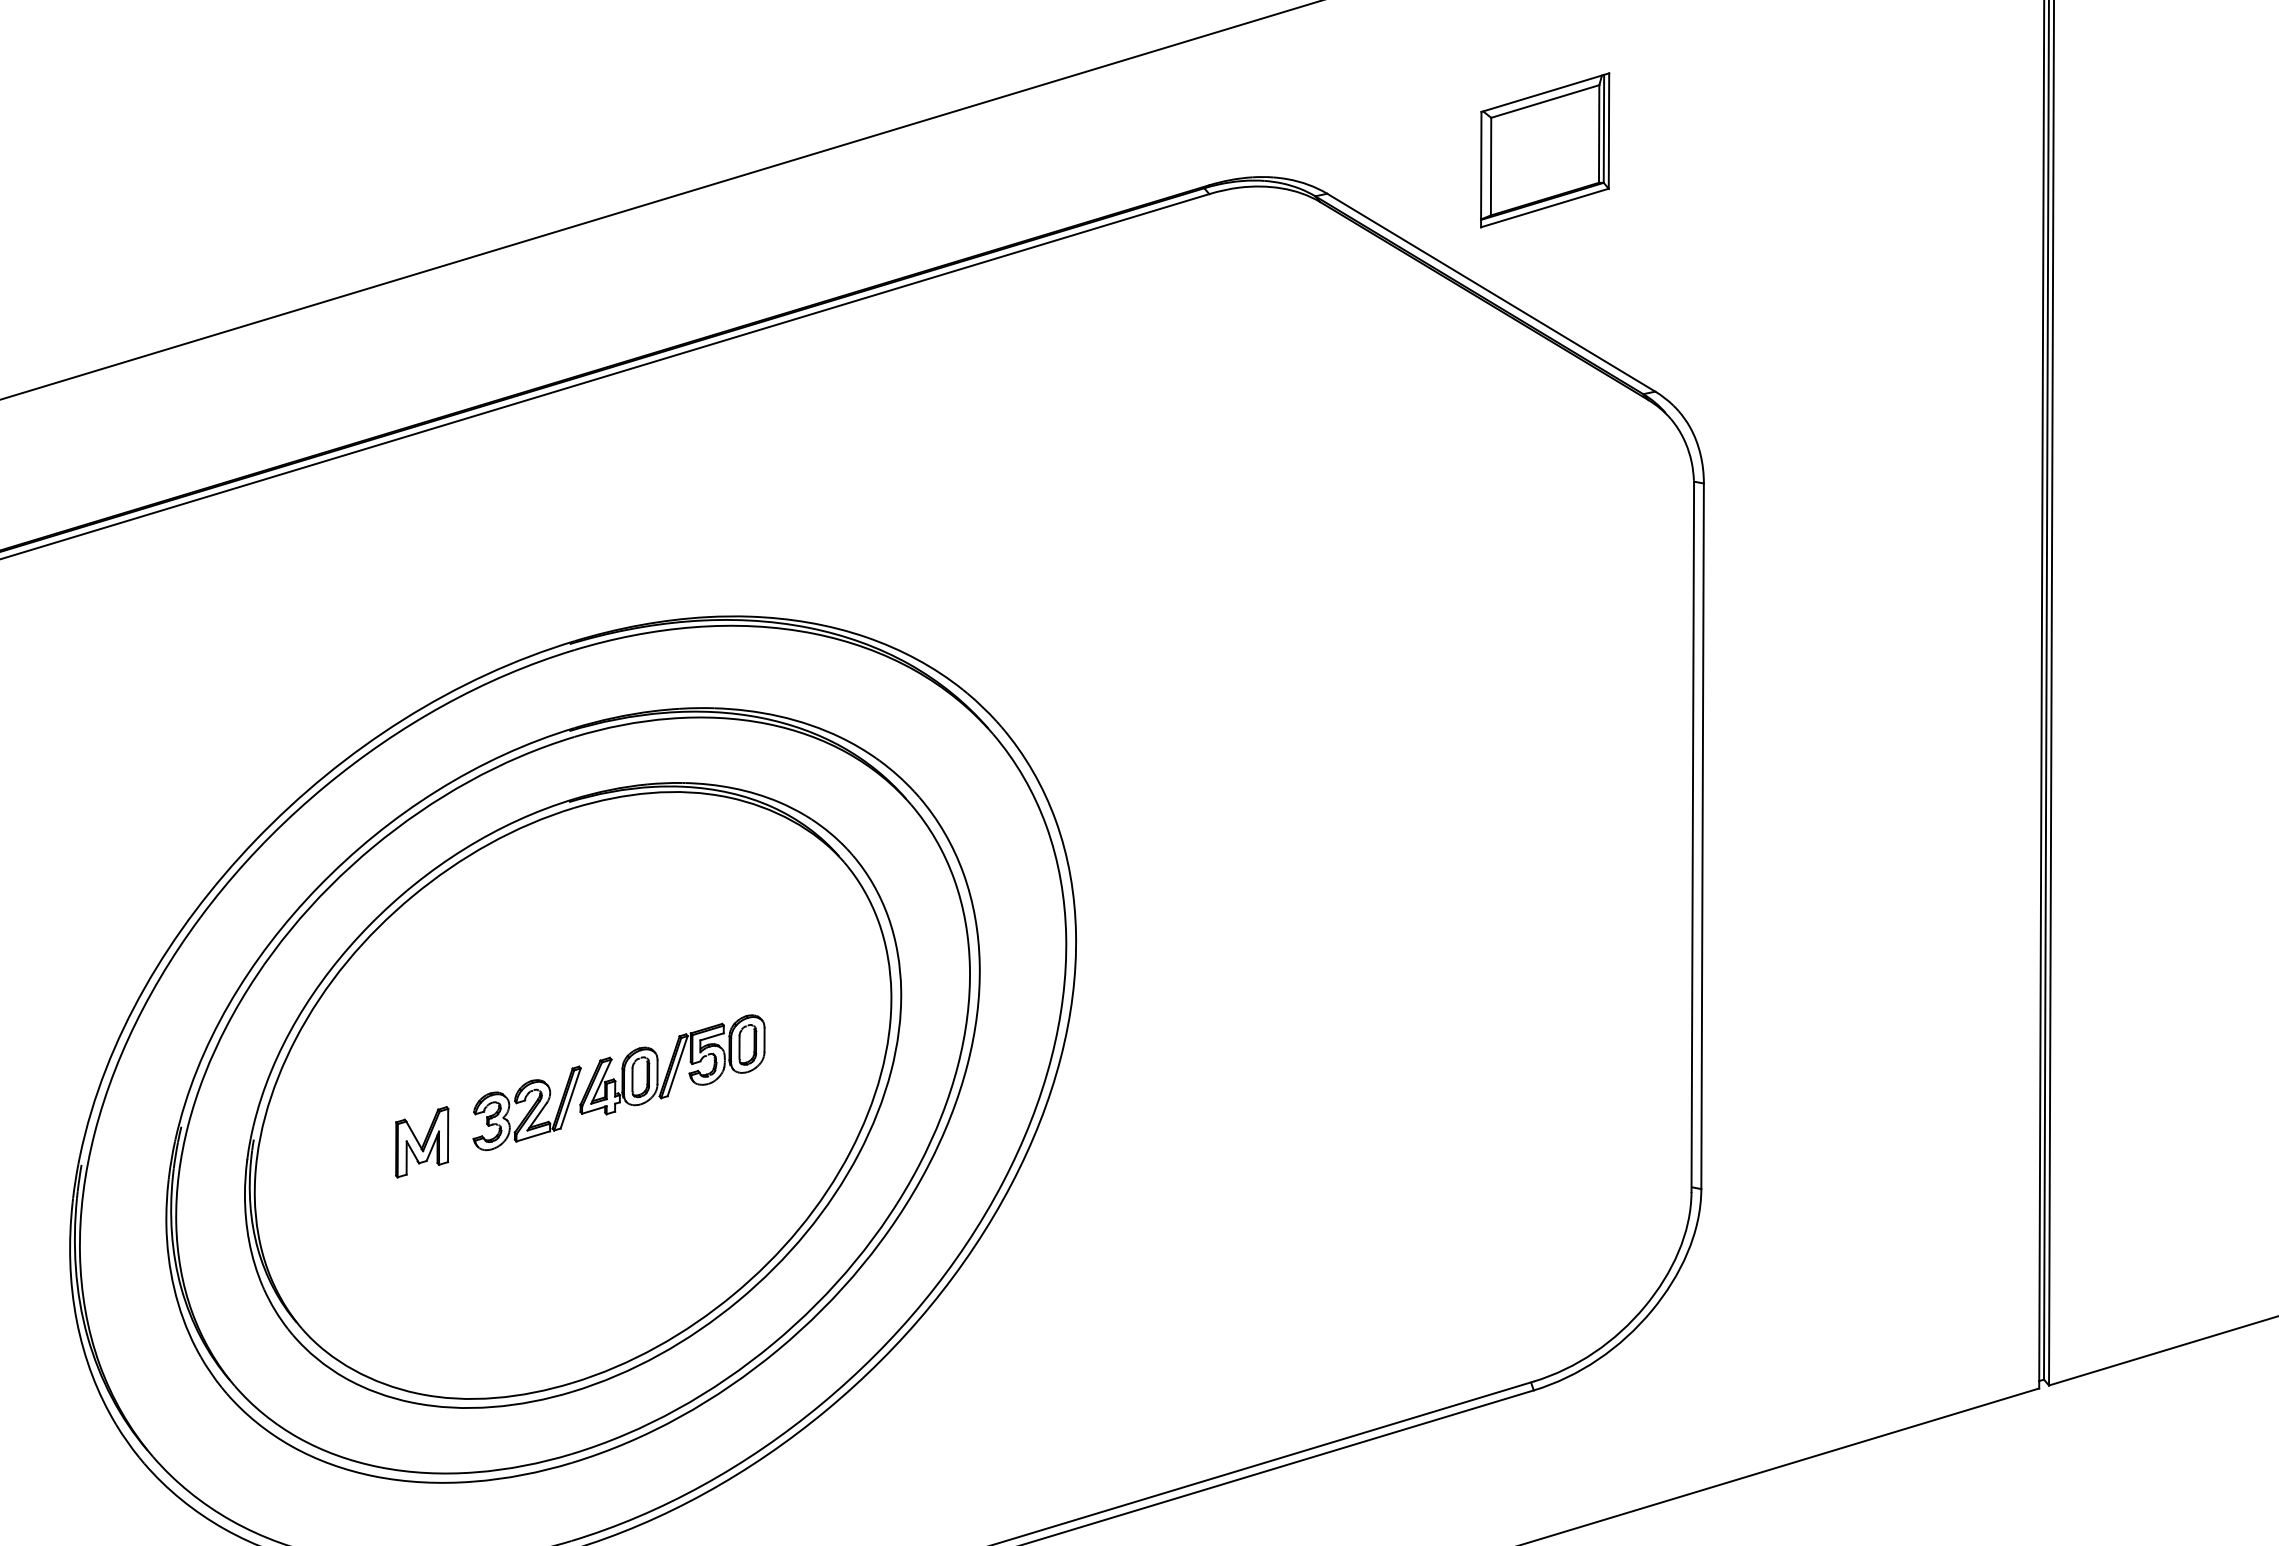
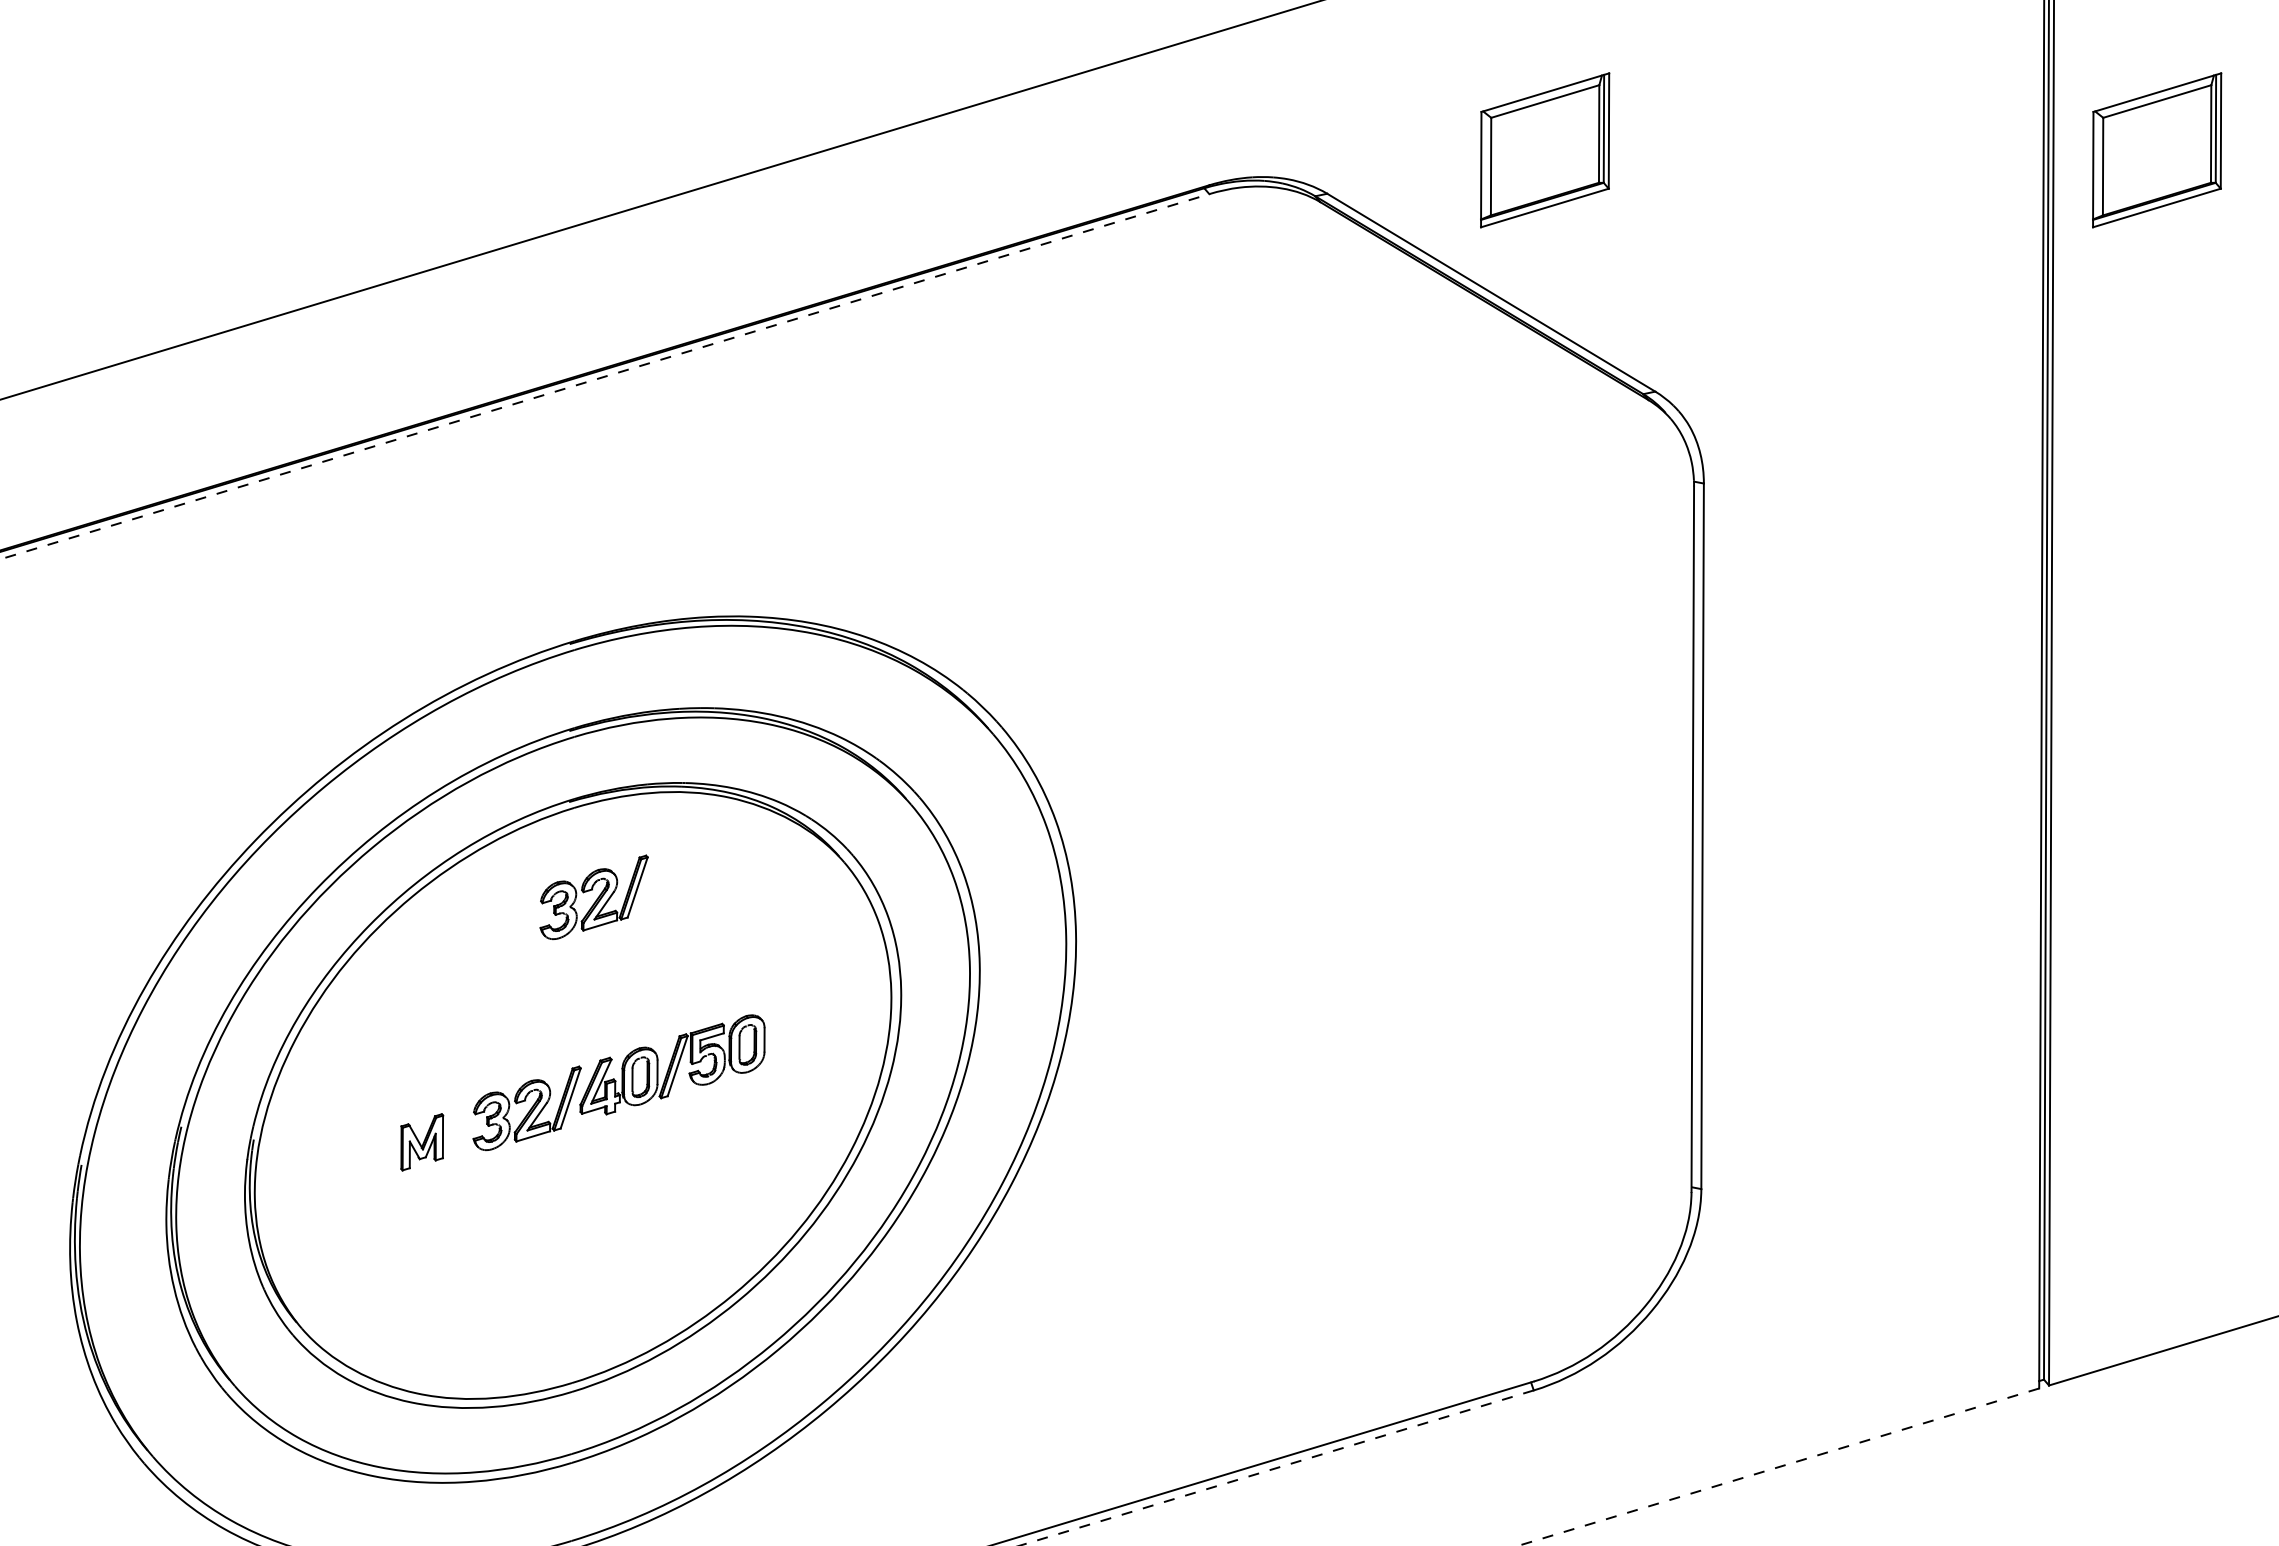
part at (2157, 150): none -> present
line at (605, 376): solid -> dashed
part at (593, 897): none -> present
part at (422, 1142) size: 55x73 px -> 45x59 px
line at (1778, 1467): solid -> dashed
line at (1276, 1468): solid -> dashed
